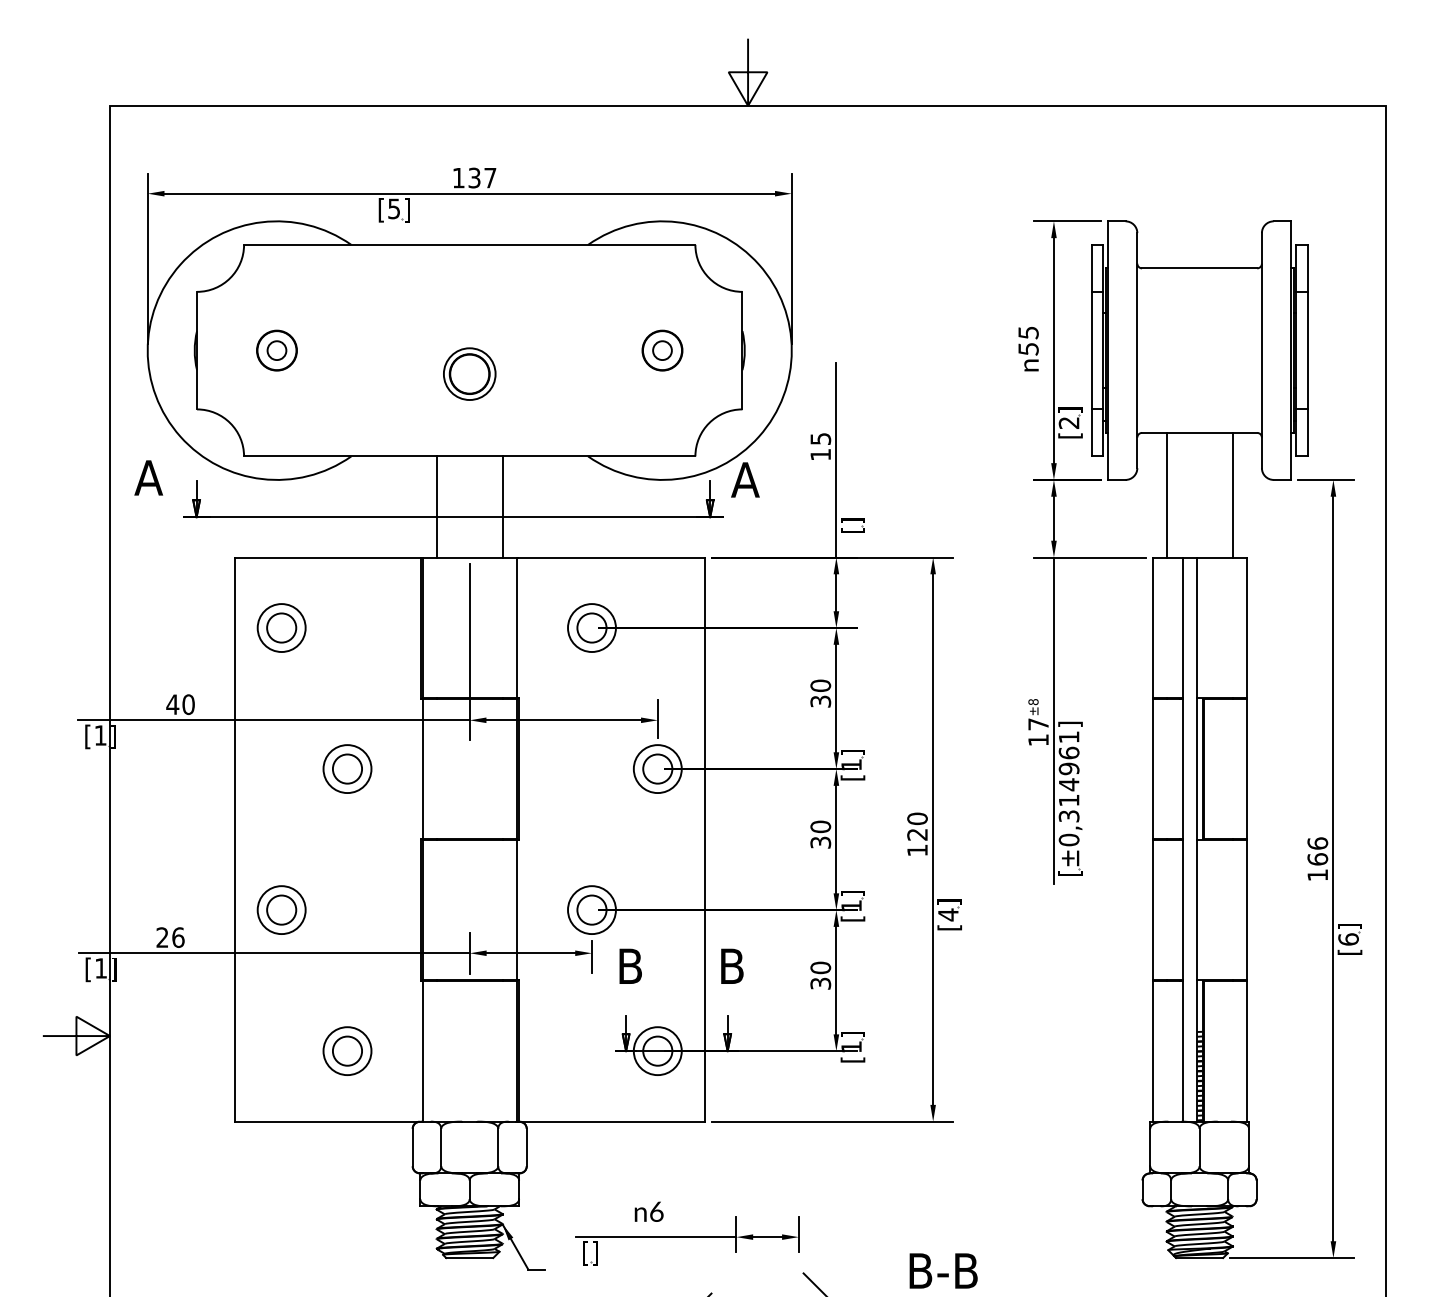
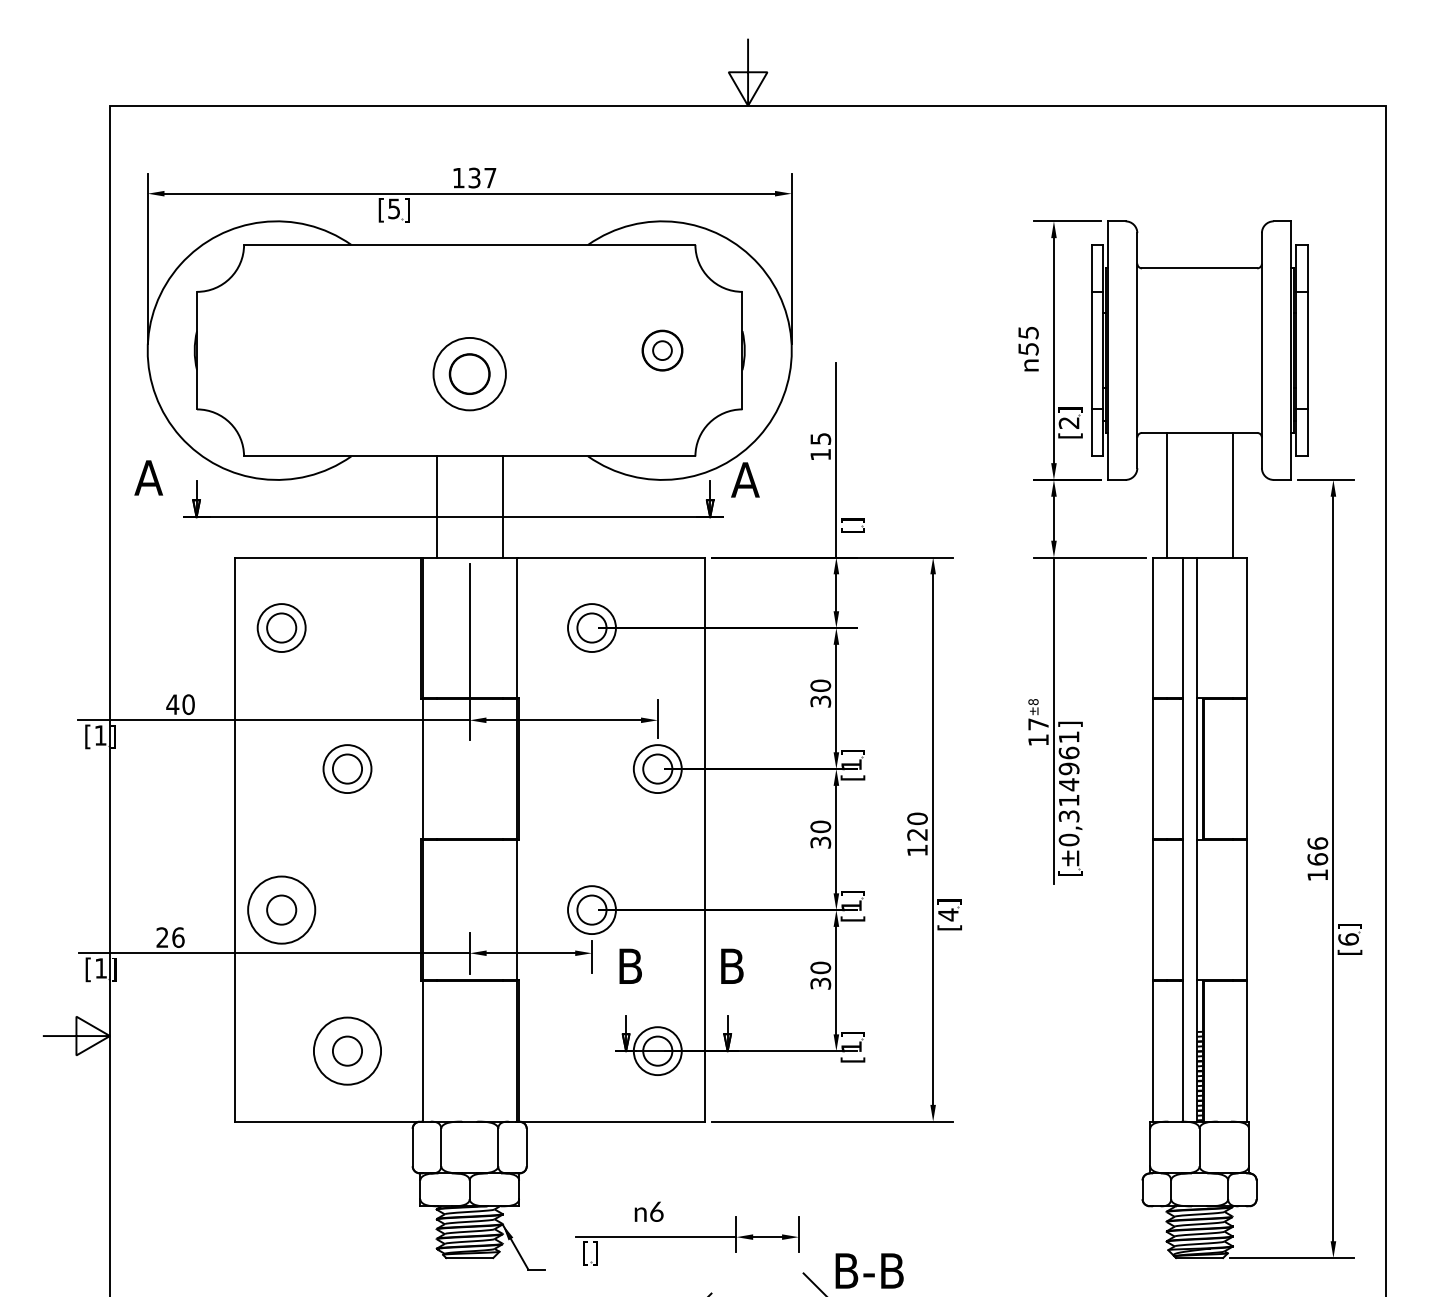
part at (276, 350): present -> none
circle at (469, 374) diameter: 52 px -> 72 px
circle at (281, 910) diameter: 48 px -> 67 px
circle at (347, 1051) diameter: 48 px -> 67 px
text at (943, 1270) position: (943, 1270) -> (869, 1270)
